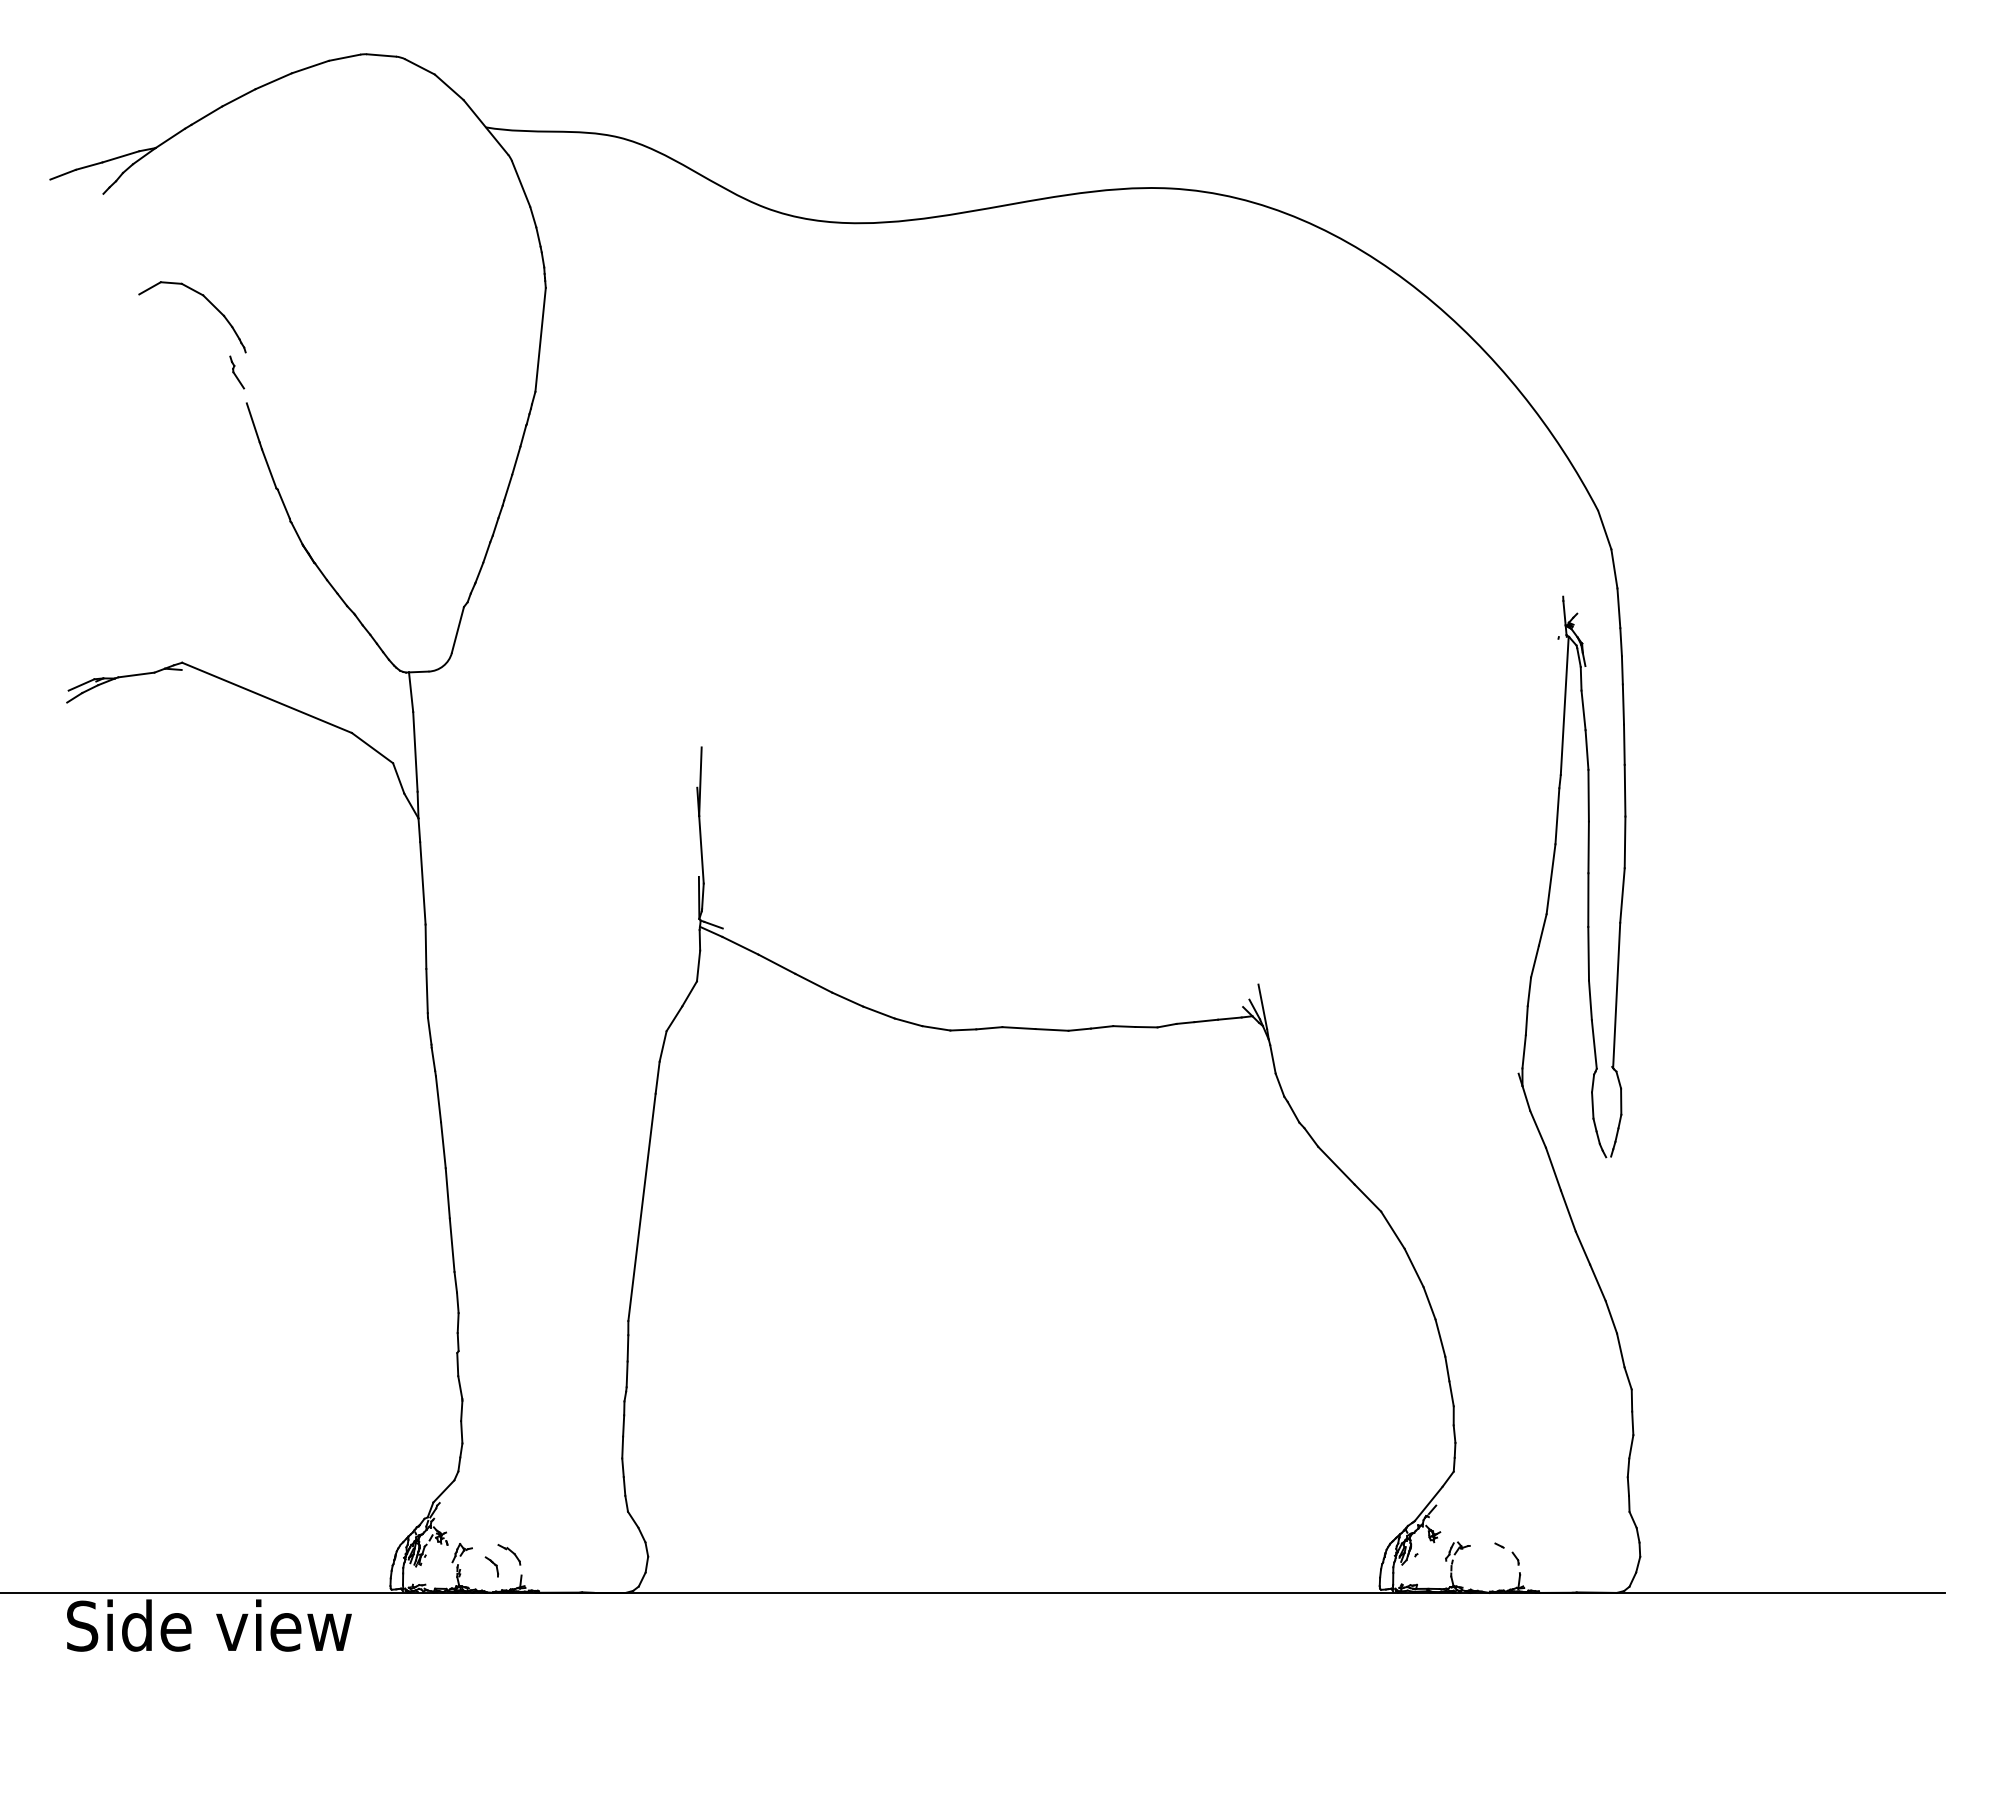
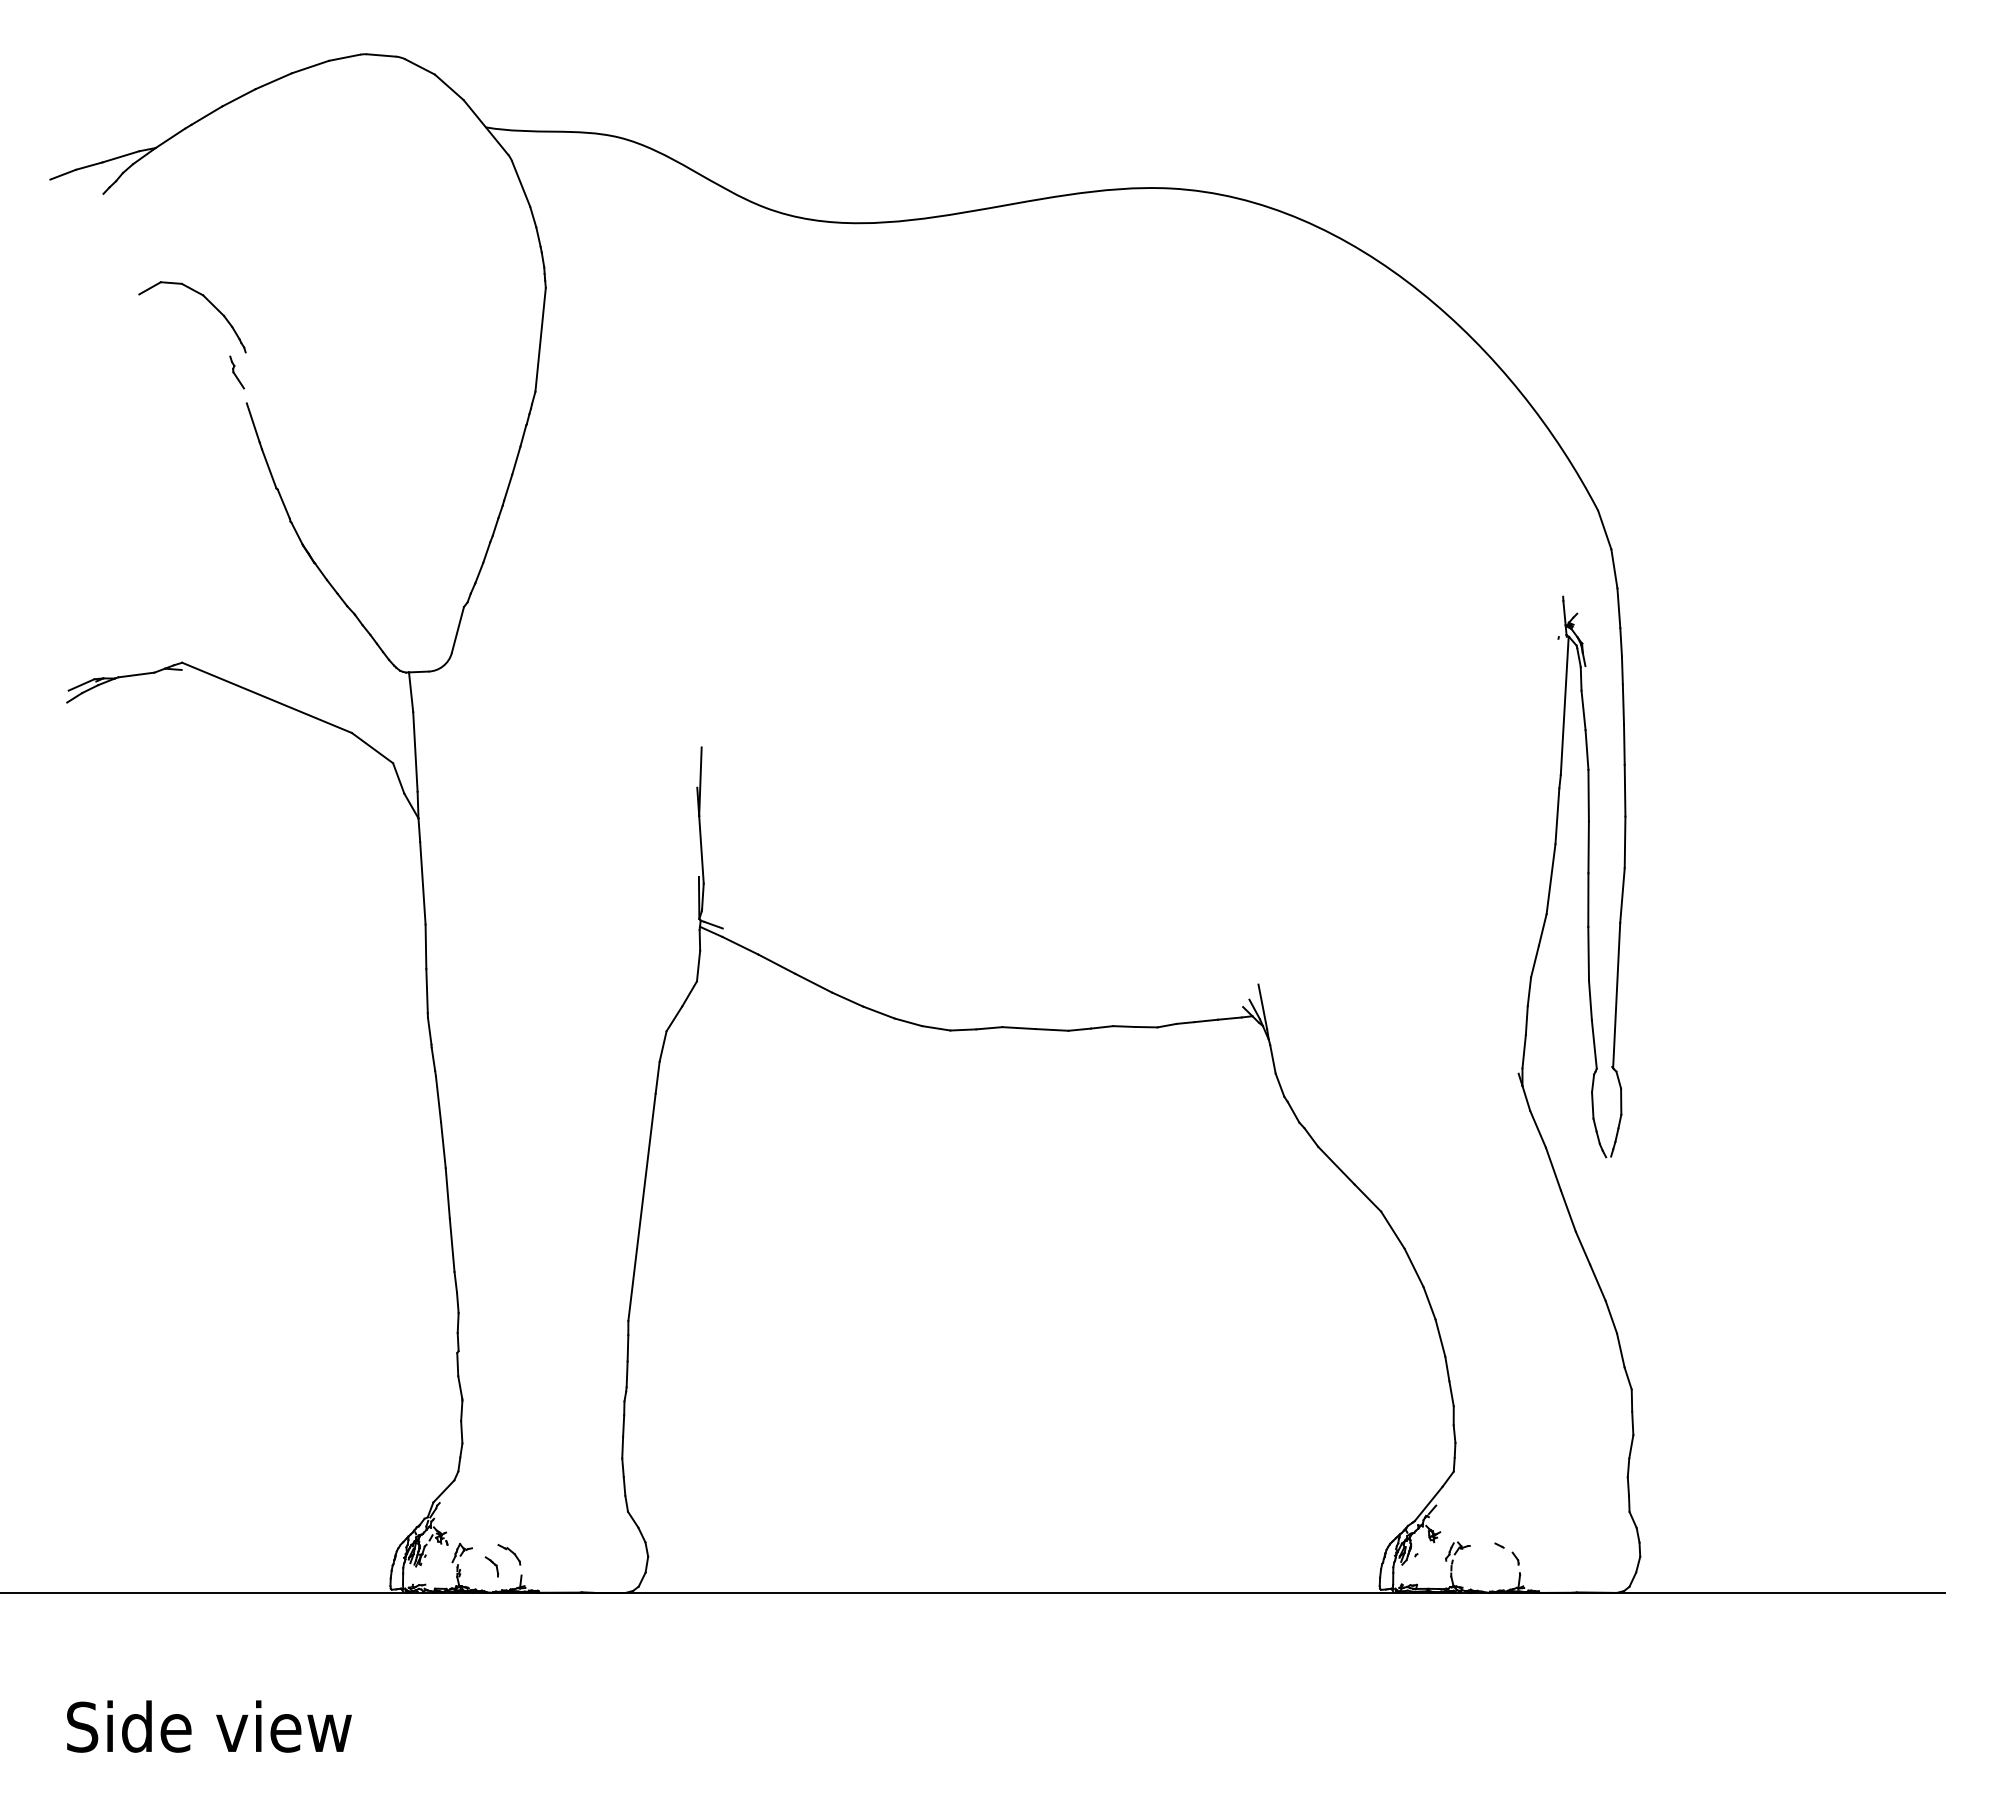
text at (209, 1625) position: (209, 1625) -> (209, 1726)
